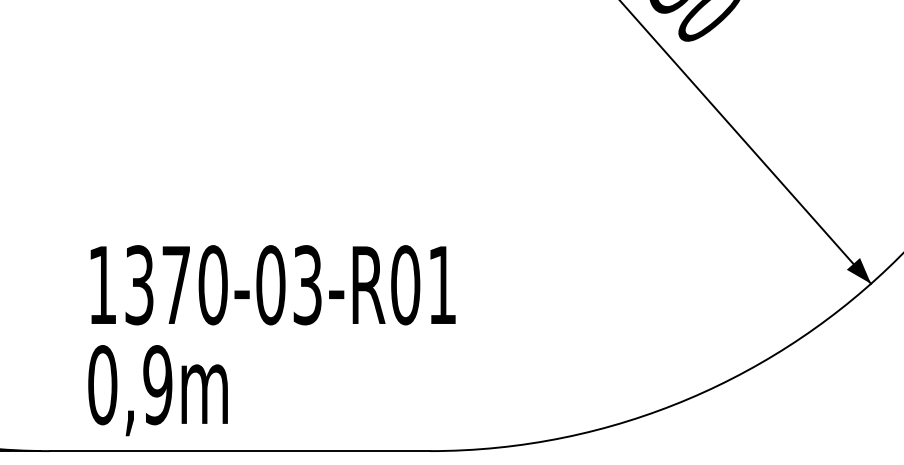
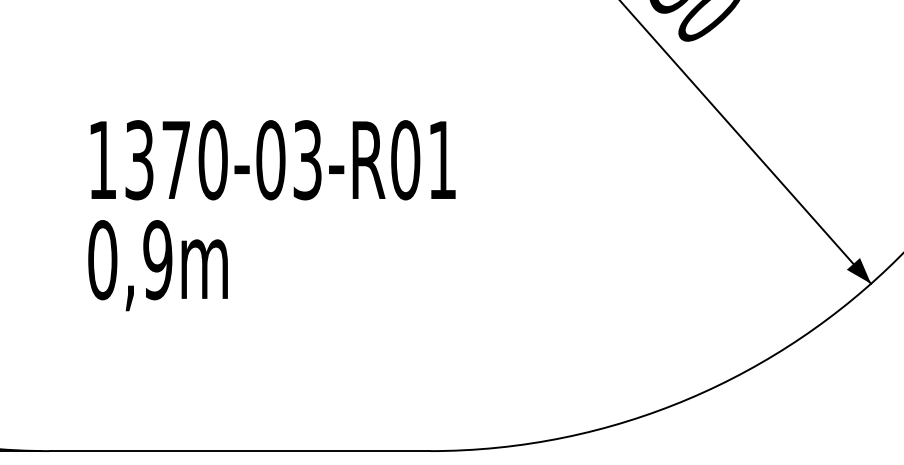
text at (271, 340) position: (271, 340) -> (271, 215)
